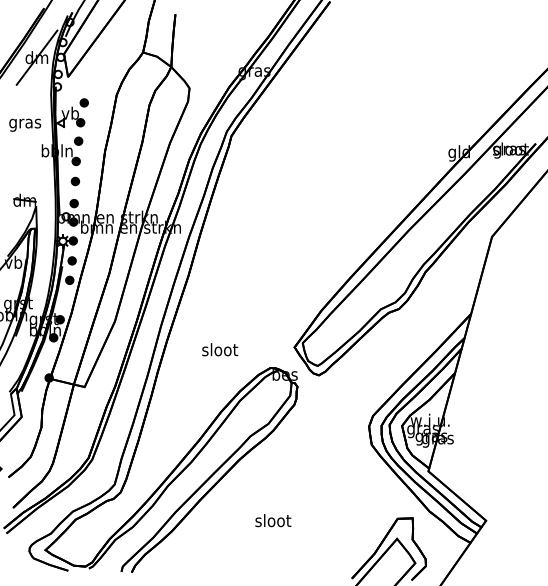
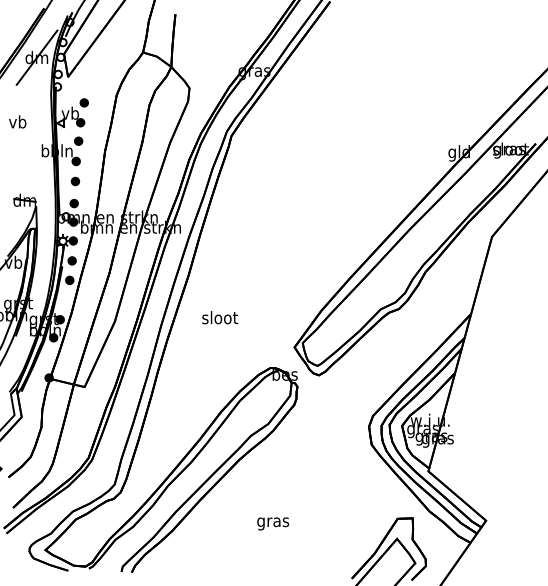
text at (25, 123): gras -> vb
text at (220, 349) position: (220, 349) -> (220, 317)
text at (273, 522): sloot -> gras
